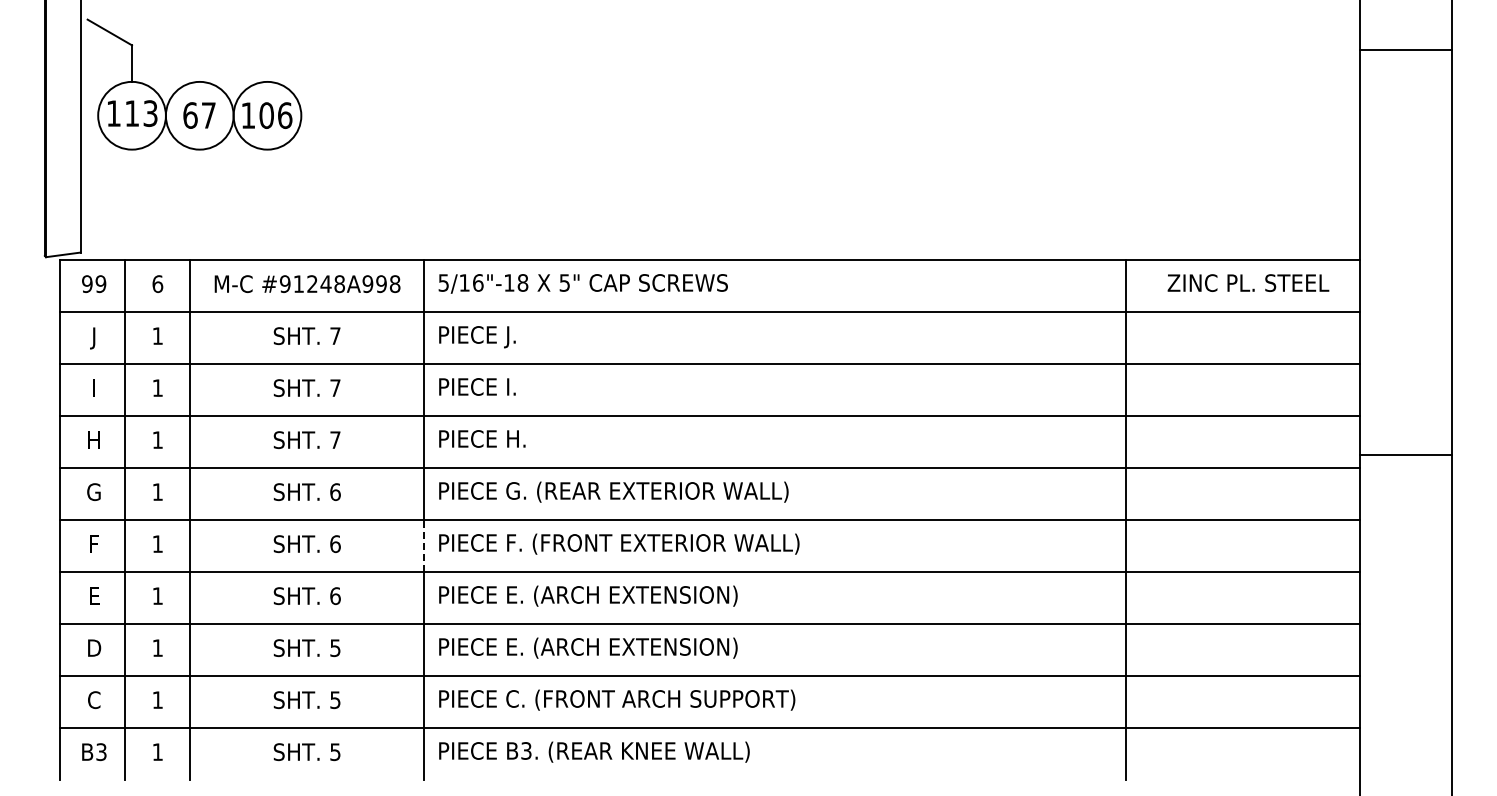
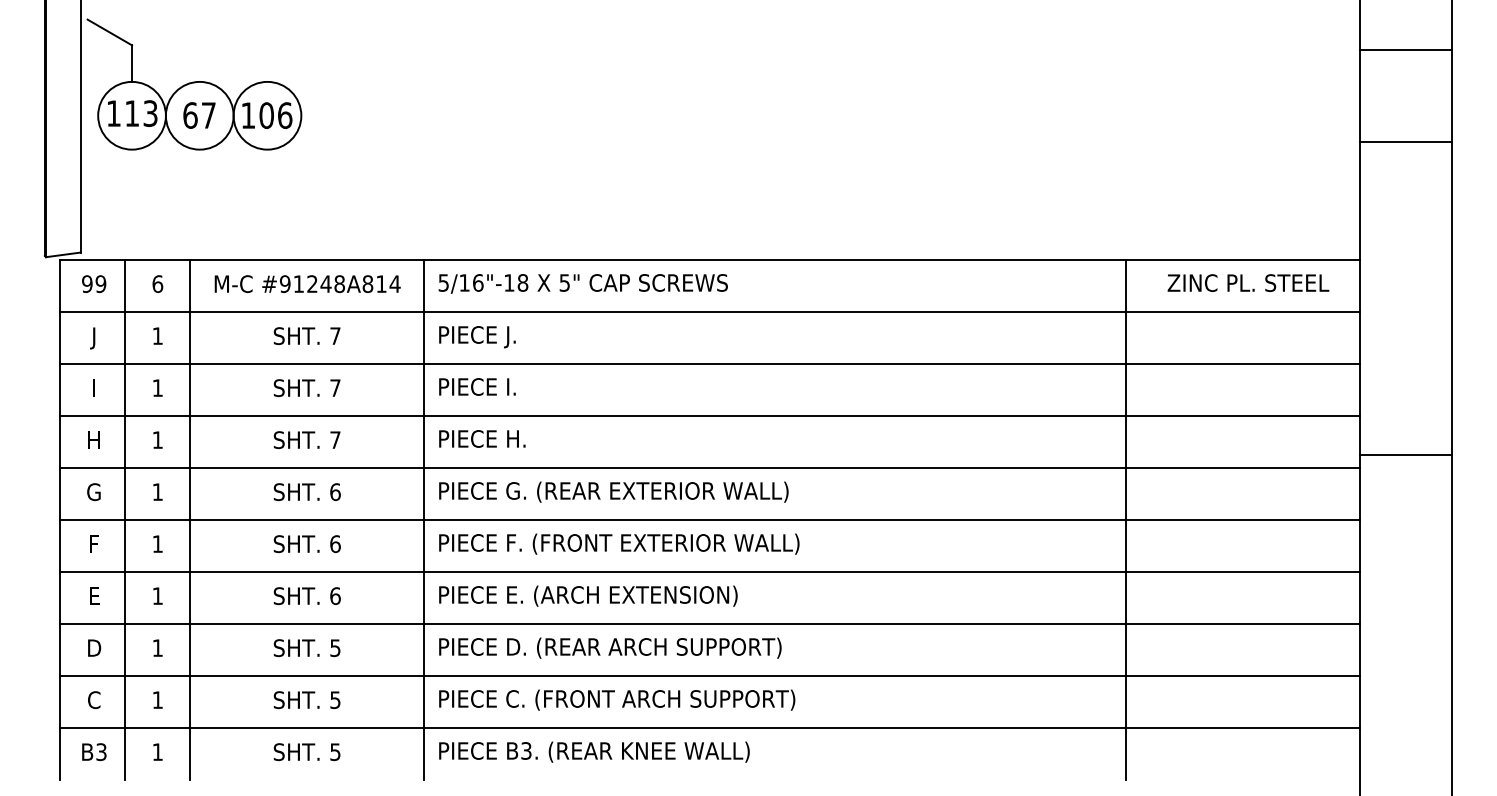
line at (1406, 141): none -> present
text at (381, 284): #91248A998 -> #91248A814
line at (424, 545): dashed -> solid
text at (645, 647): PIECE E. (ARCH EXTENSION) -> PIECE D. (REAR ARCH SUPPORT)
